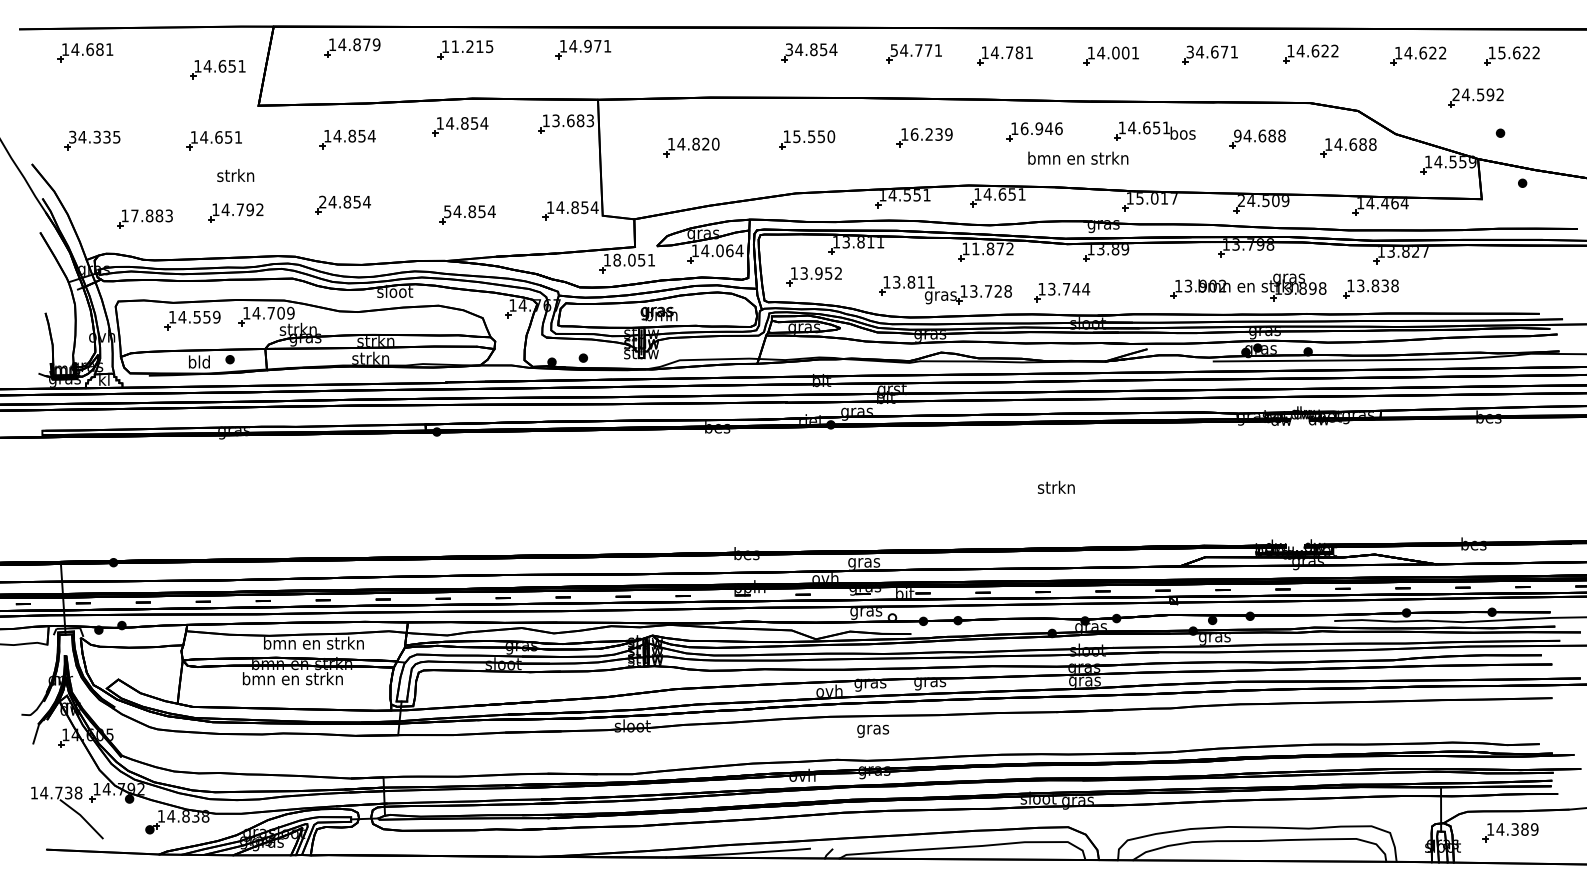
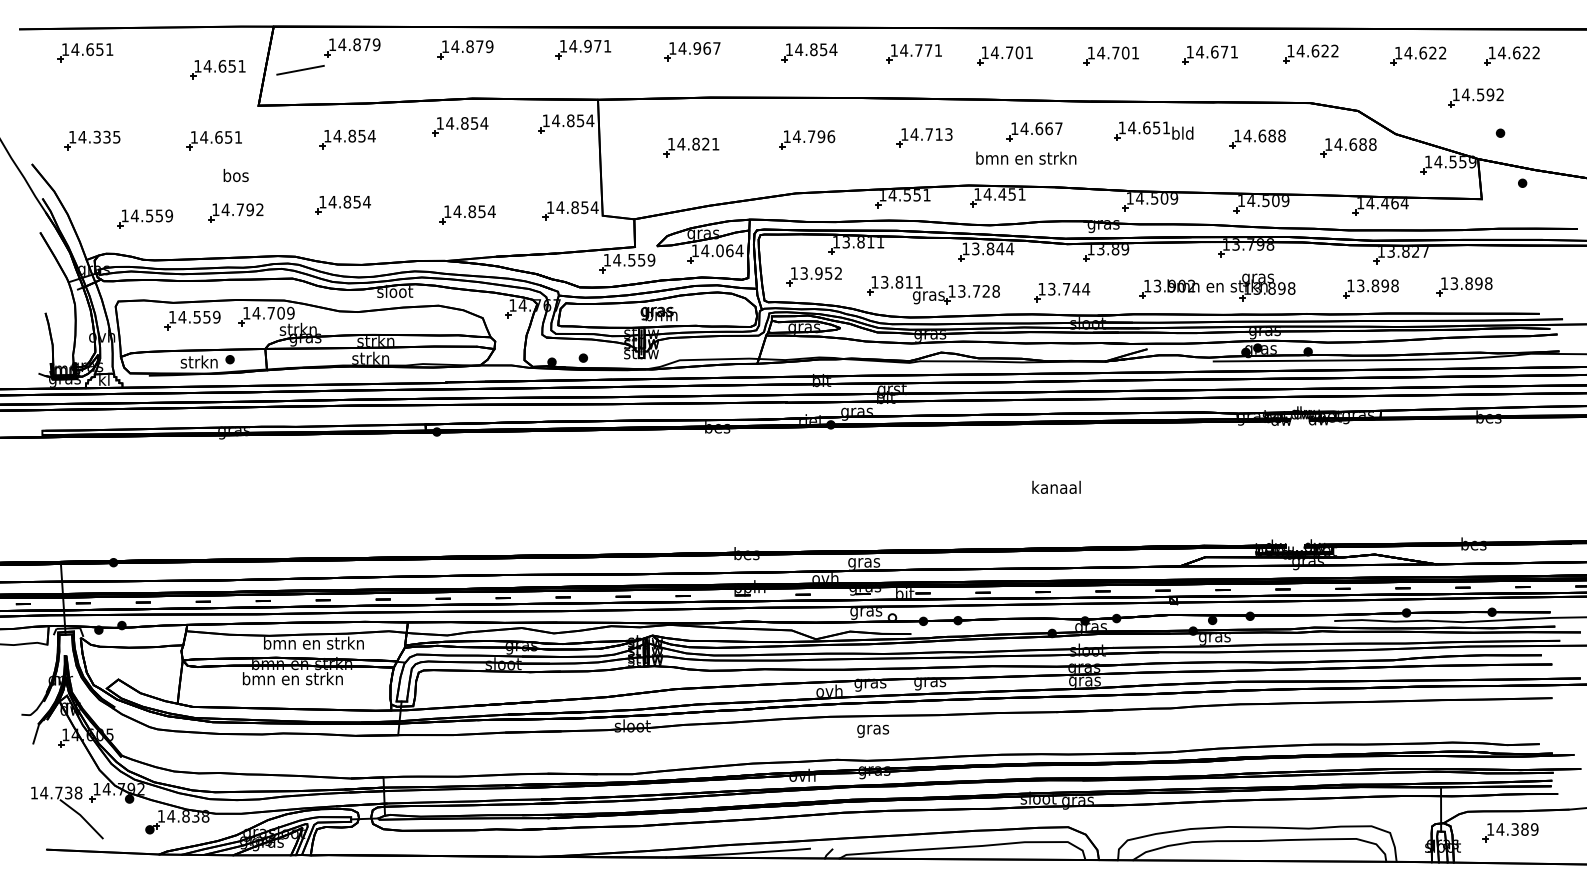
text at (472, 46): 11.215 -> 14.879
text at (99, 49): 14.681 -> 14.651
text at (788, 49): 34.854 -> 14.854
text at (893, 50): 54.771 -> 14.771
part at (692, 51): none -> present
text at (1189, 51): 34.671 -> 14.671
text at (1019, 52): 14.781 -> 14.701
text at (1115, 52): 14.001 -> 14.701
text at (1501, 52): 15.622 -> 14.622
line at (300, 69): none -> present
text at (1455, 94): 24.592 -> 14.592
text at (573, 120): 13.683 -> 14.854
text at (1041, 128): 16.946 -> 14.667
text at (1182, 132): bos -> bld
text at (931, 134): 16.239 -> 14.713
text at (1237, 135): 94.688 -> 14.688
text at (72, 136): 34.335 -> 14.335
text at (813, 136): 15.550 -> 14.796
text at (715, 143): 14.820 -> 14.821
text at (1078, 157) position: (1078, 157) -> (1026, 157)
text at (235, 175): strkn -> bos
text at (1002, 194): 14.651 -> 14.451
text at (1157, 198): 15.017 -> 14.509
text at (1240, 200): 24.509 -> 14.509
text at (322, 201): 24.854 -> 14.854
text at (447, 211): 54.854 -> 14.854
text at (151, 215): 17.883 -> 14.559
text at (993, 248): 11.872 -> 13.844
text at (634, 259): 18.051 -> 14.559
text at (1385, 285): 13.838 -> 13.898
part at (1464, 286): none -> present
part at (1248, 287) position: (1248, 287) -> (1217, 287)
part at (945, 290) position: (945, 290) -> (933, 290)
text at (198, 361): bld -> strkn
text at (1056, 486): strkn -> kanaal
